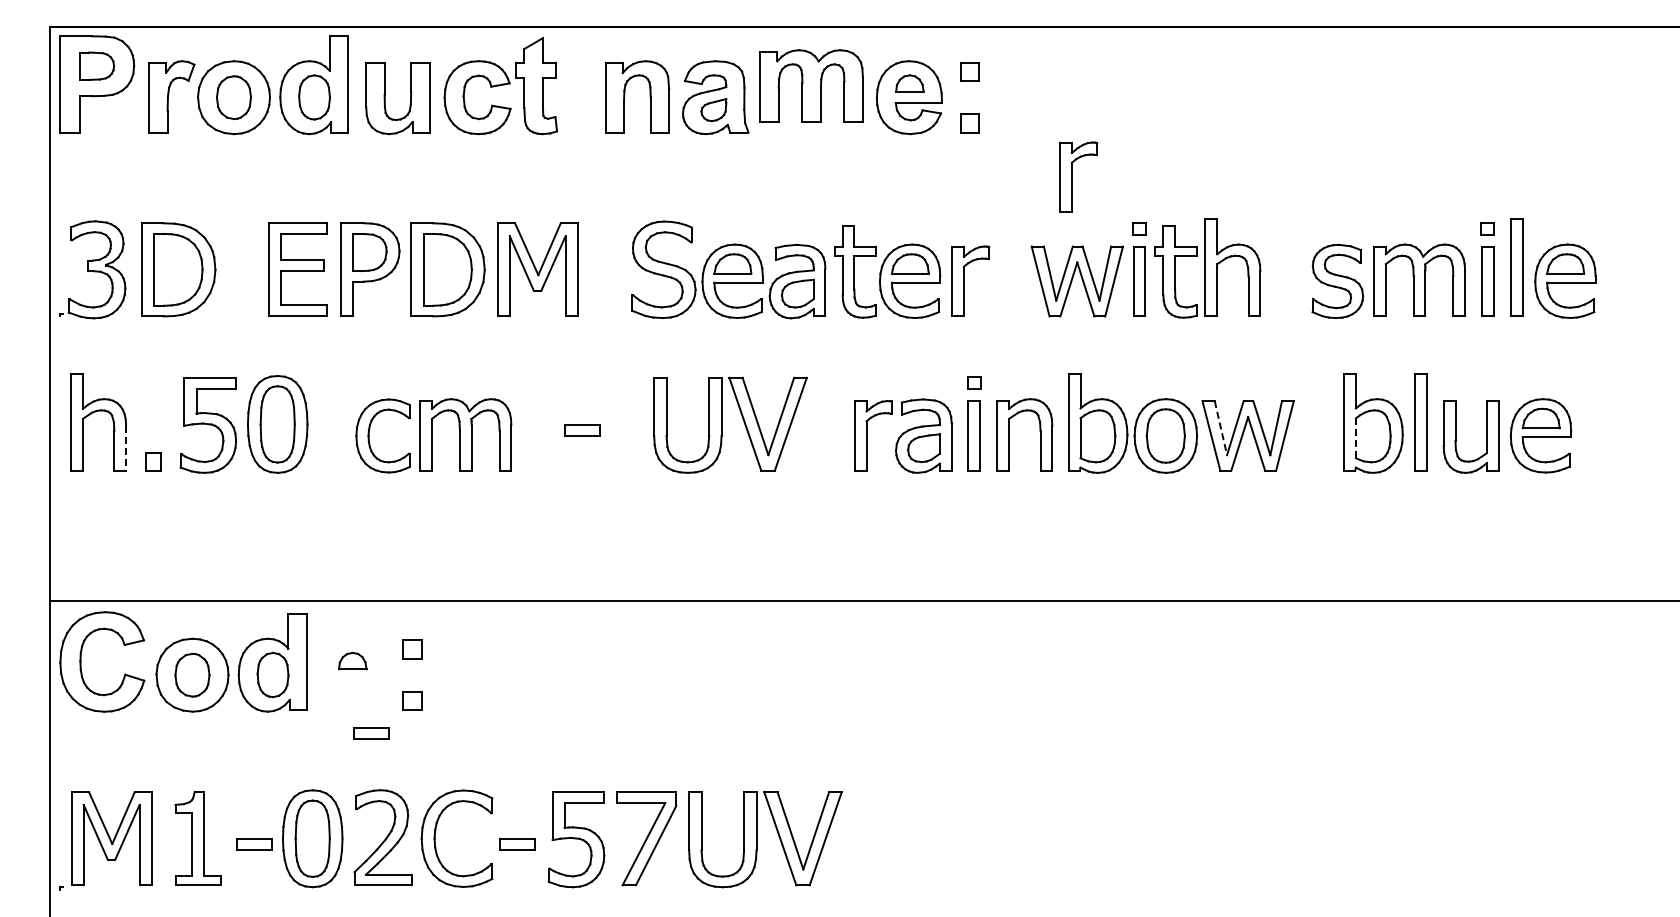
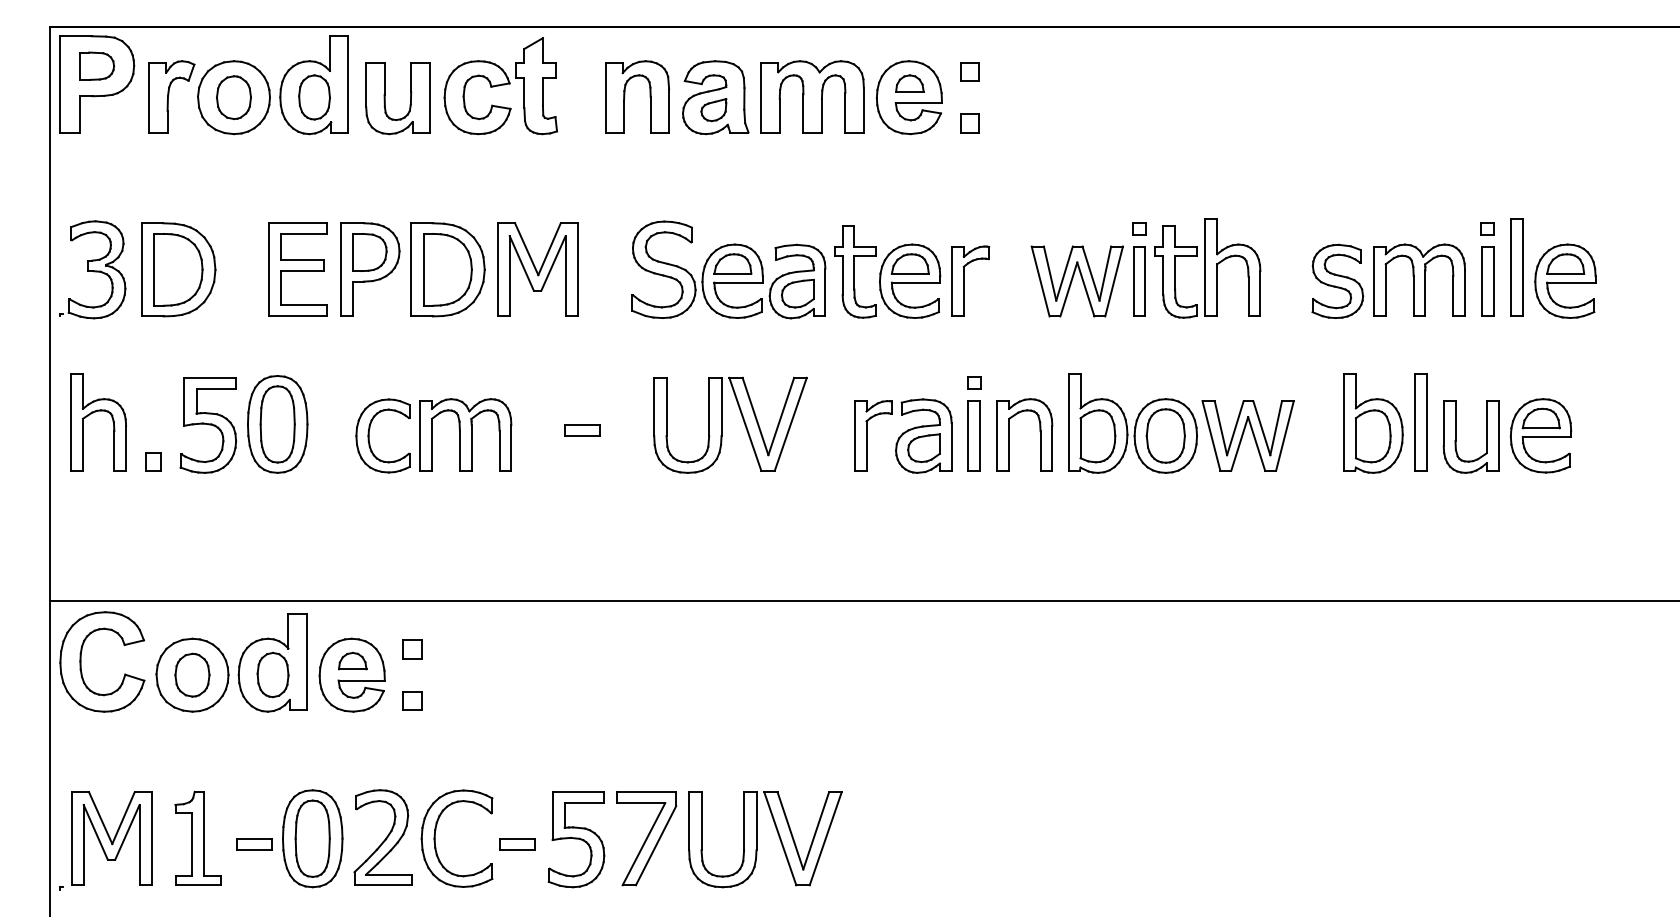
part at (811, 85) position: (811, 85) -> (812, 96)
part at (1078, 176): present -> none
line at (1220, 428): dashed -> solid
line at (1355, 438): dashed -> solid
line at (126, 448): dashed -> solid
part at (351, 674): none -> present
part at (371, 733): present -> none
